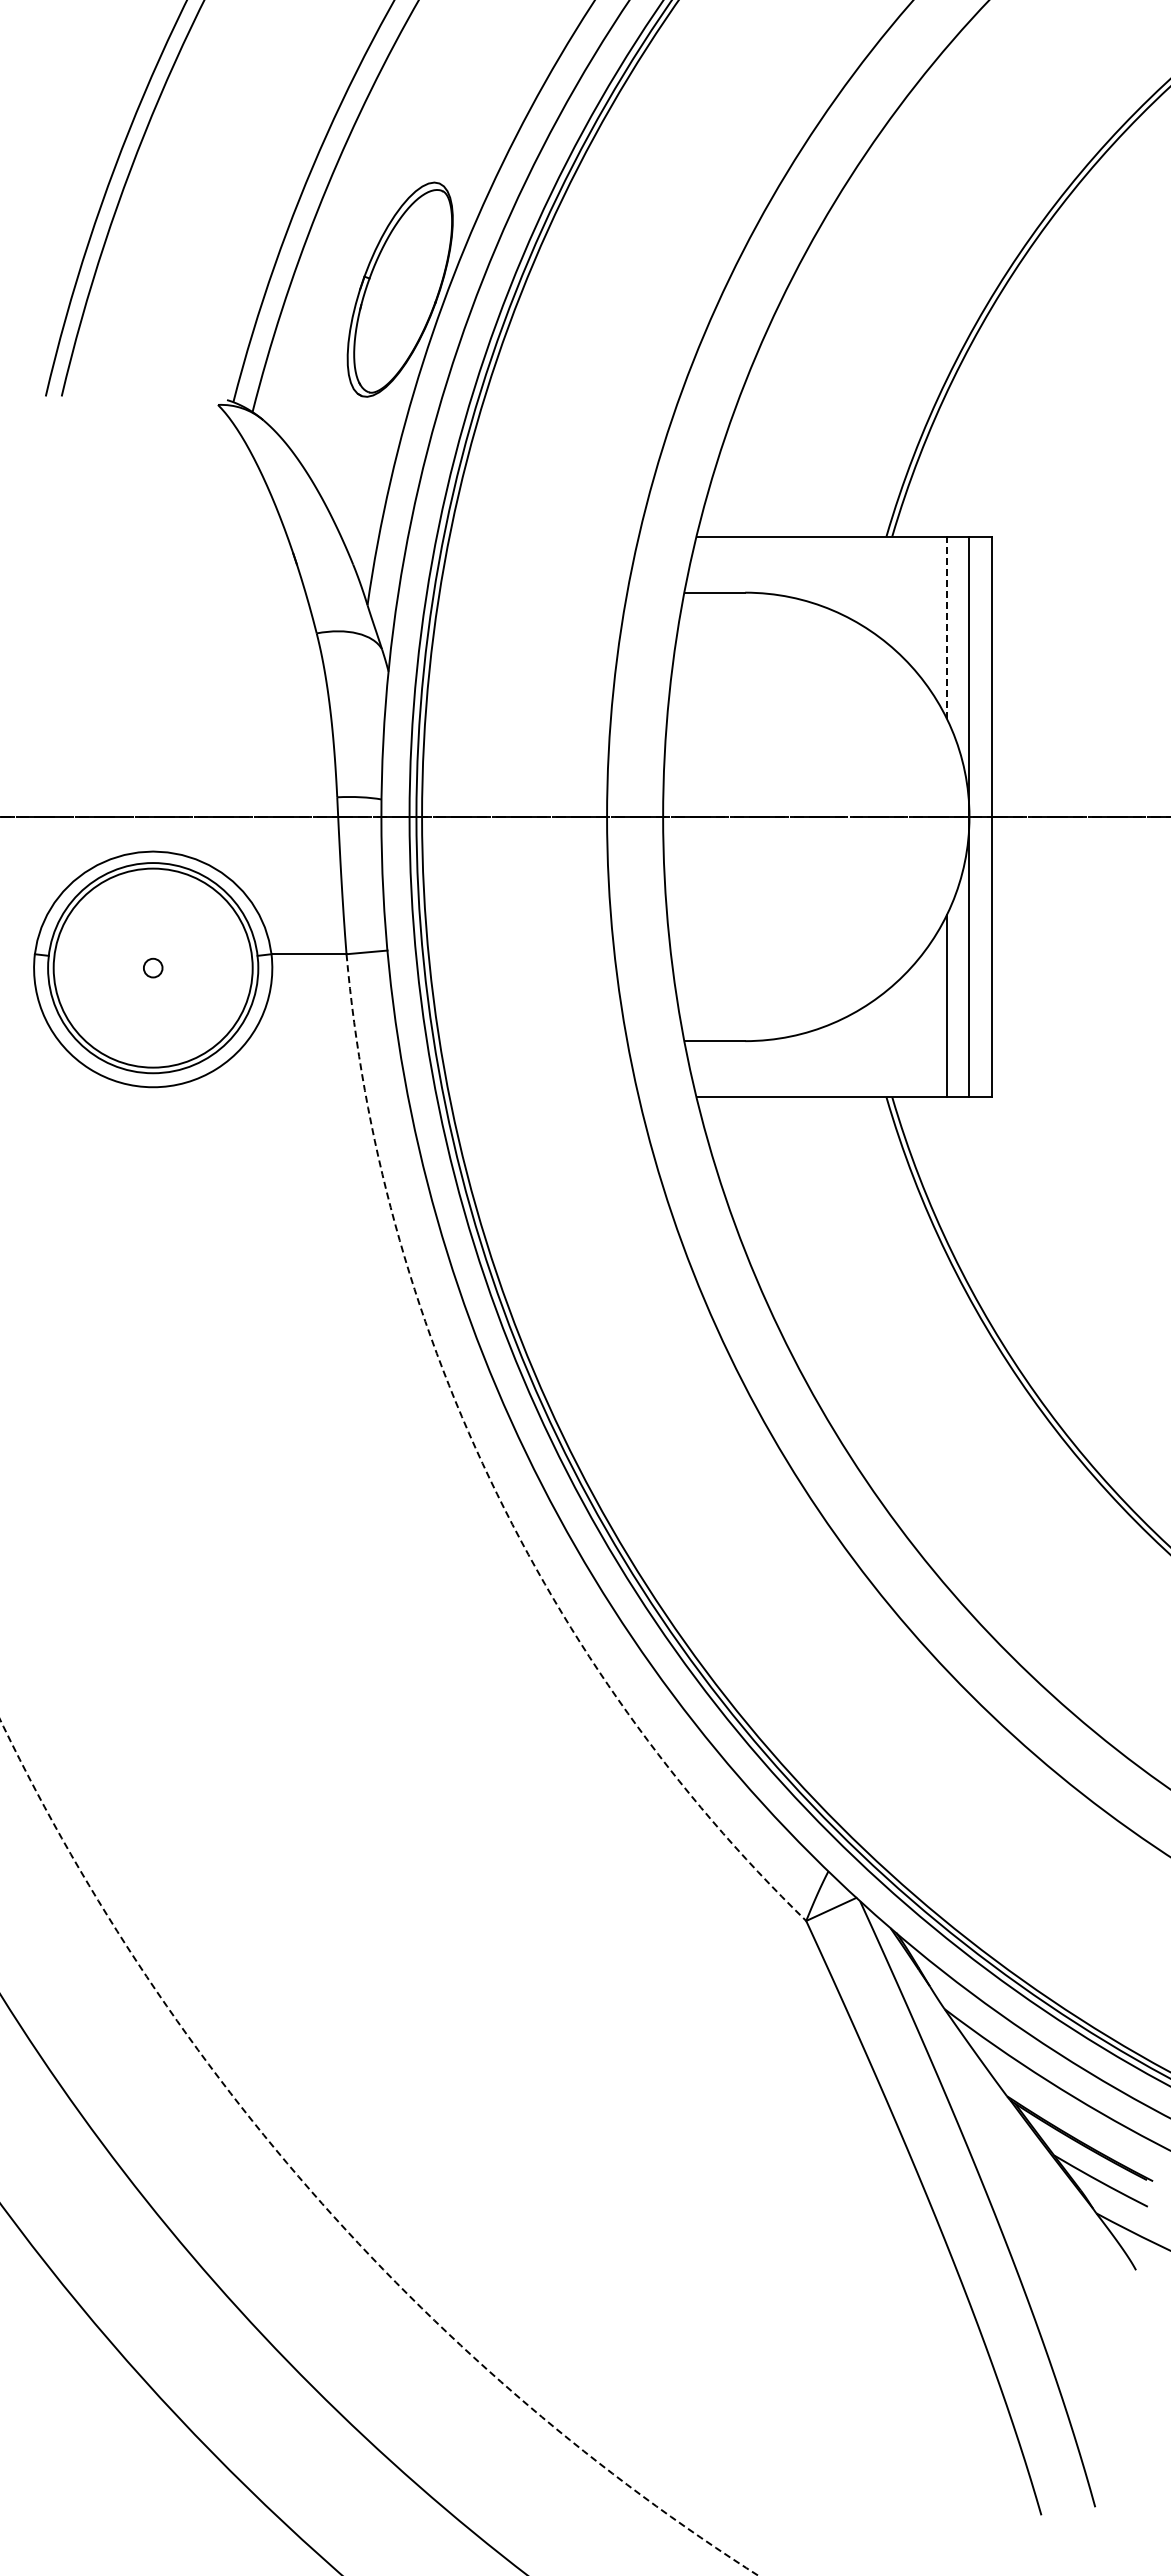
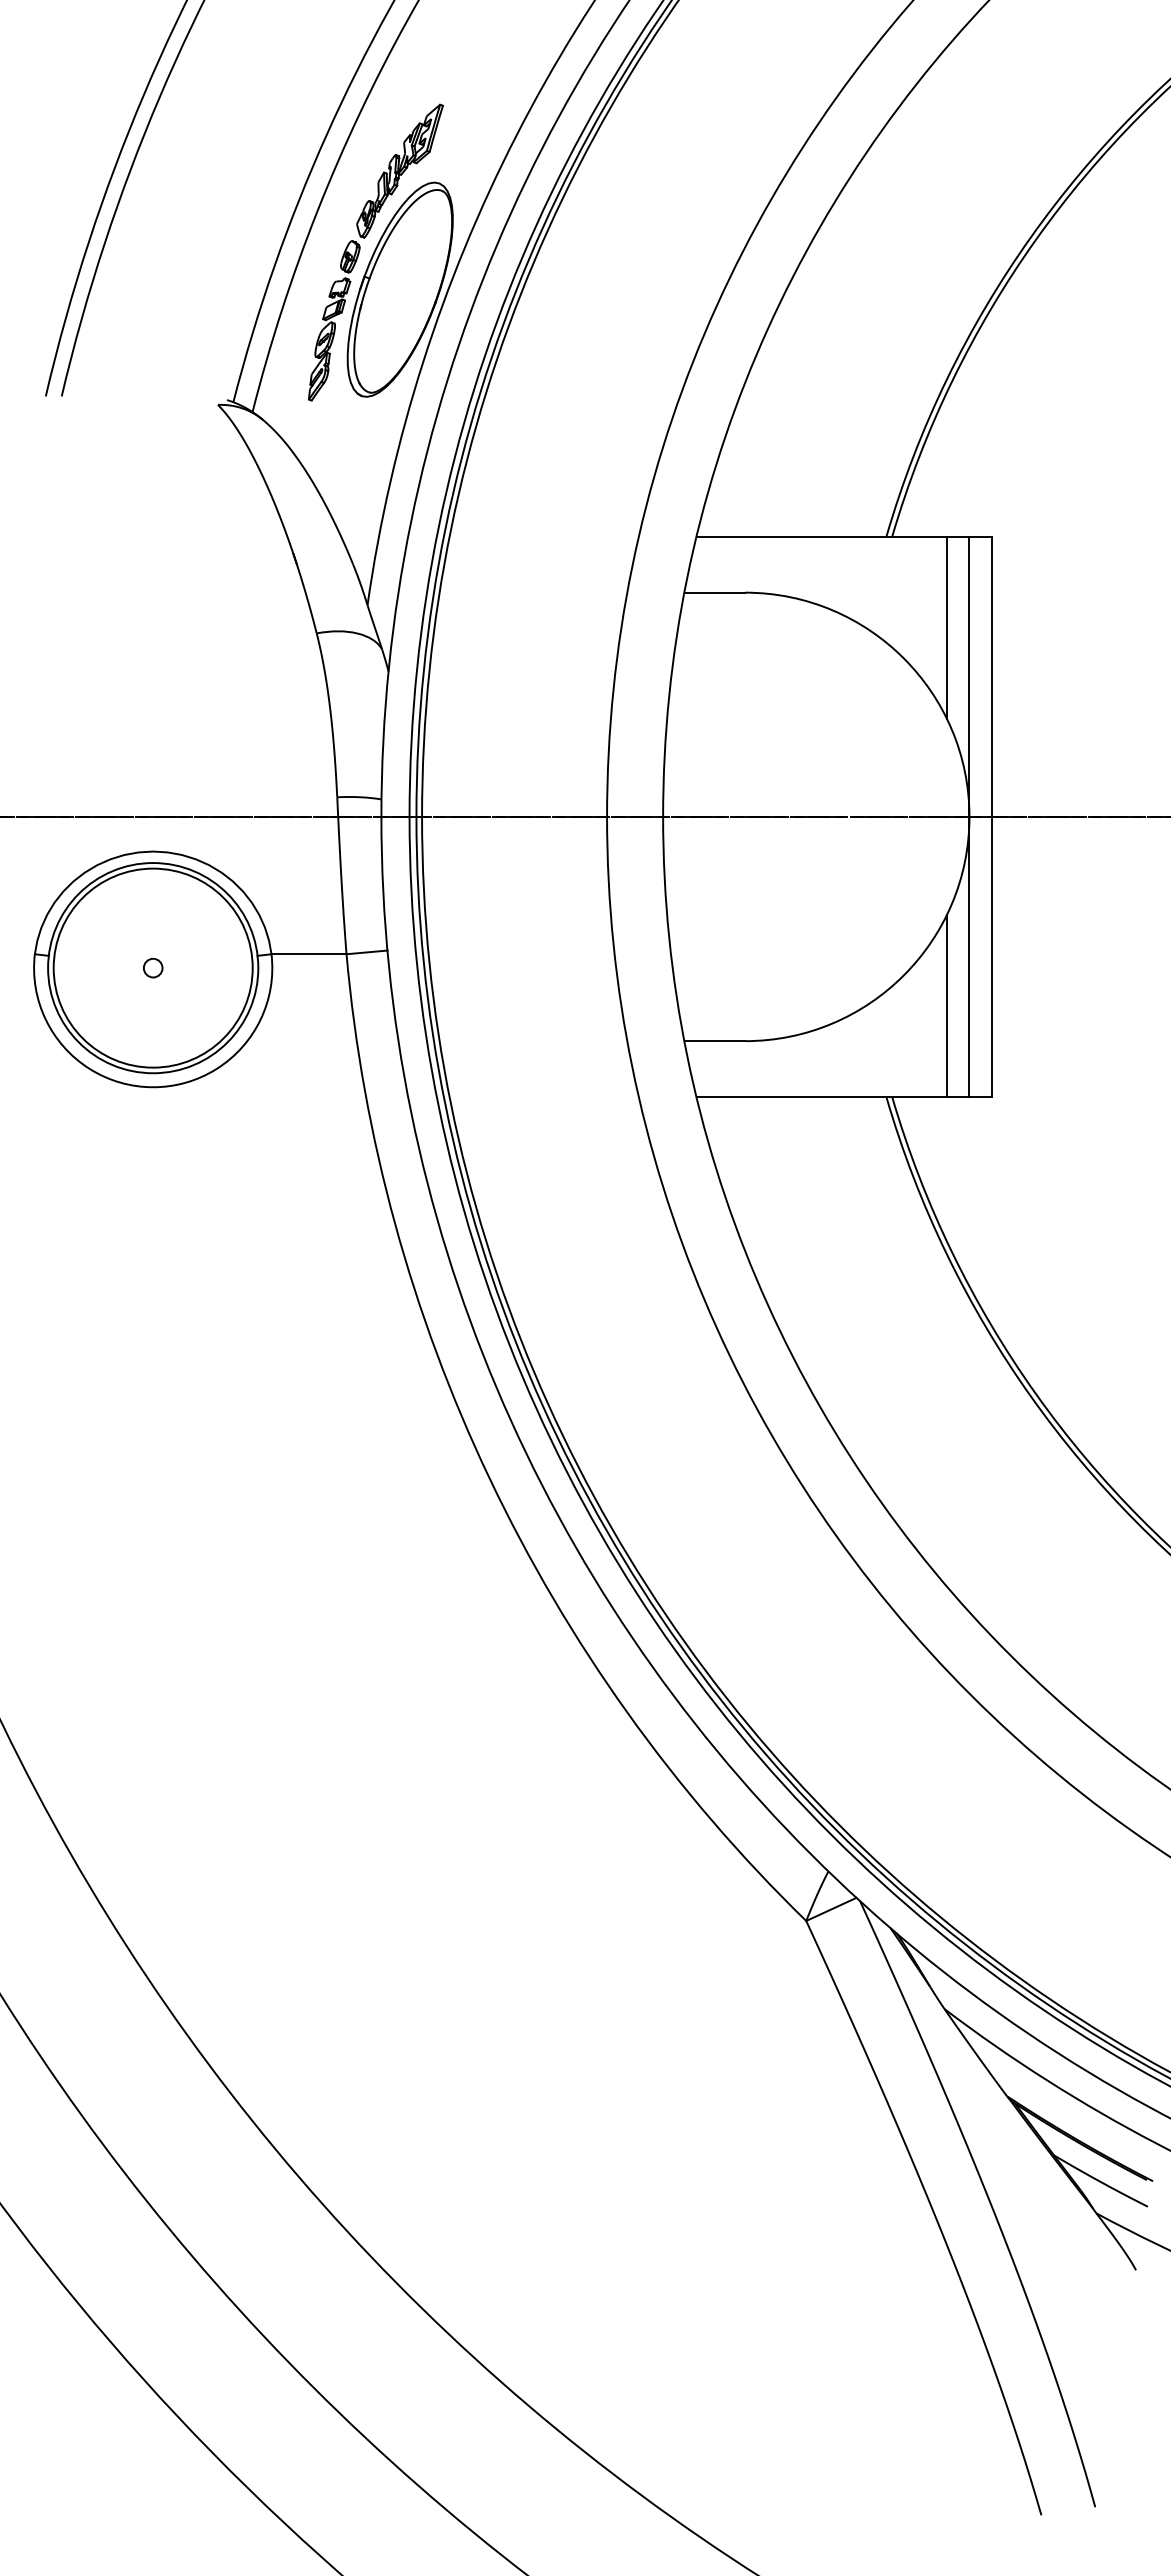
part at (360, 250): none -> present
line at (947, 627): dashed -> solid
arc at (489, 1478): dashed -> solid
arc at (322, 2203): dashed -> solid
